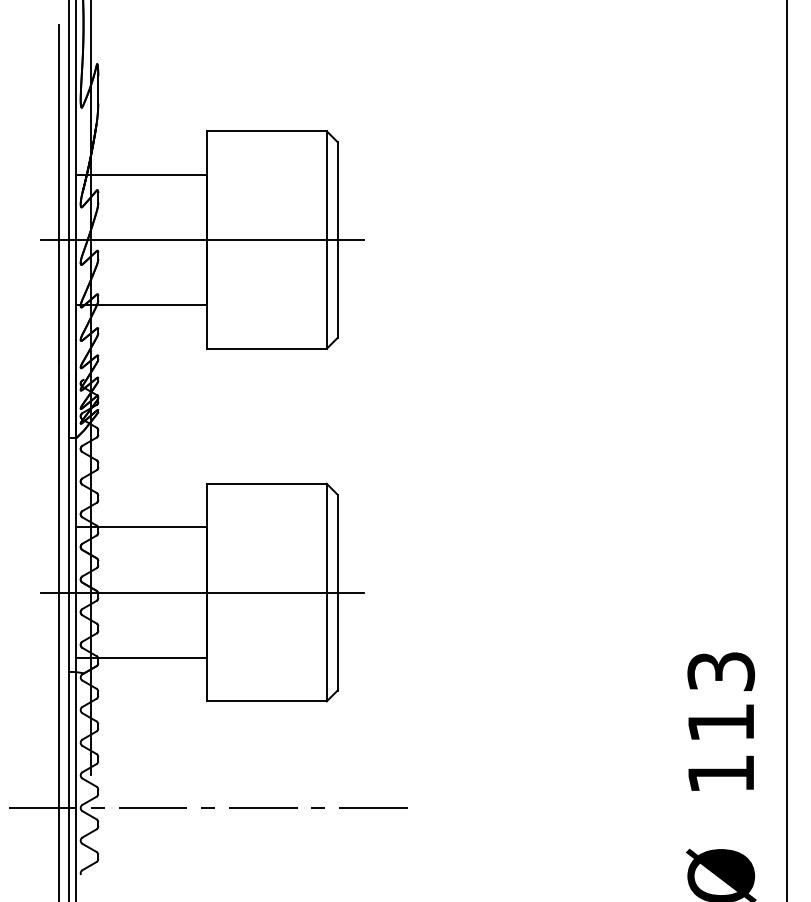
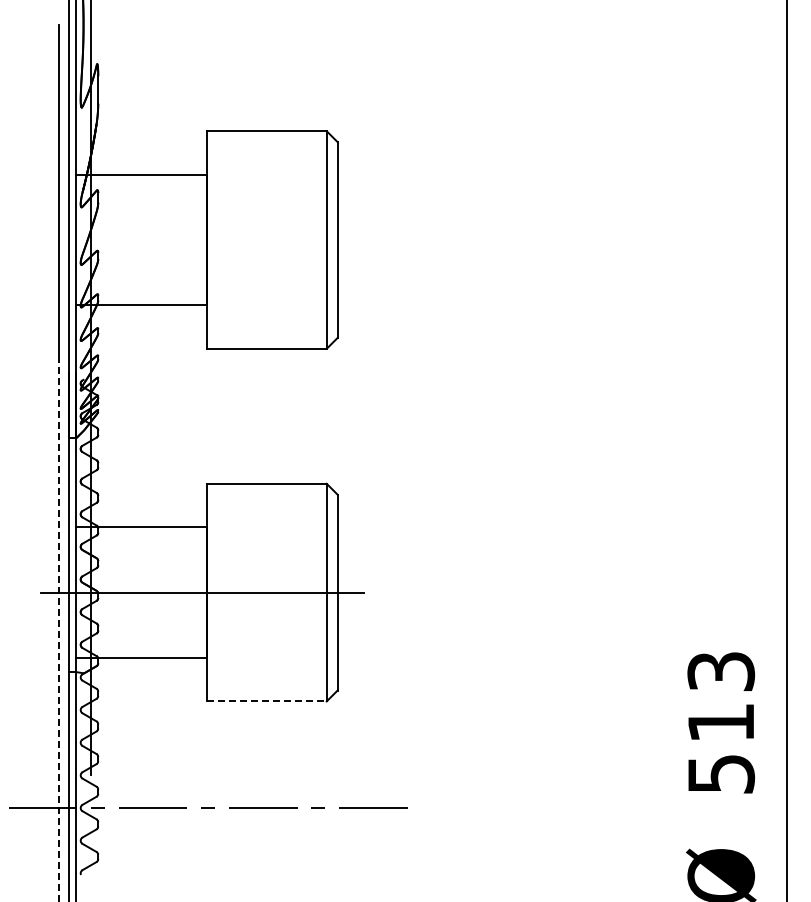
line at (201, 240): present -> none
line at (58, 631): solid -> dashed
line at (266, 701): solid -> dashed
text at (721, 774): 113 -> 513
